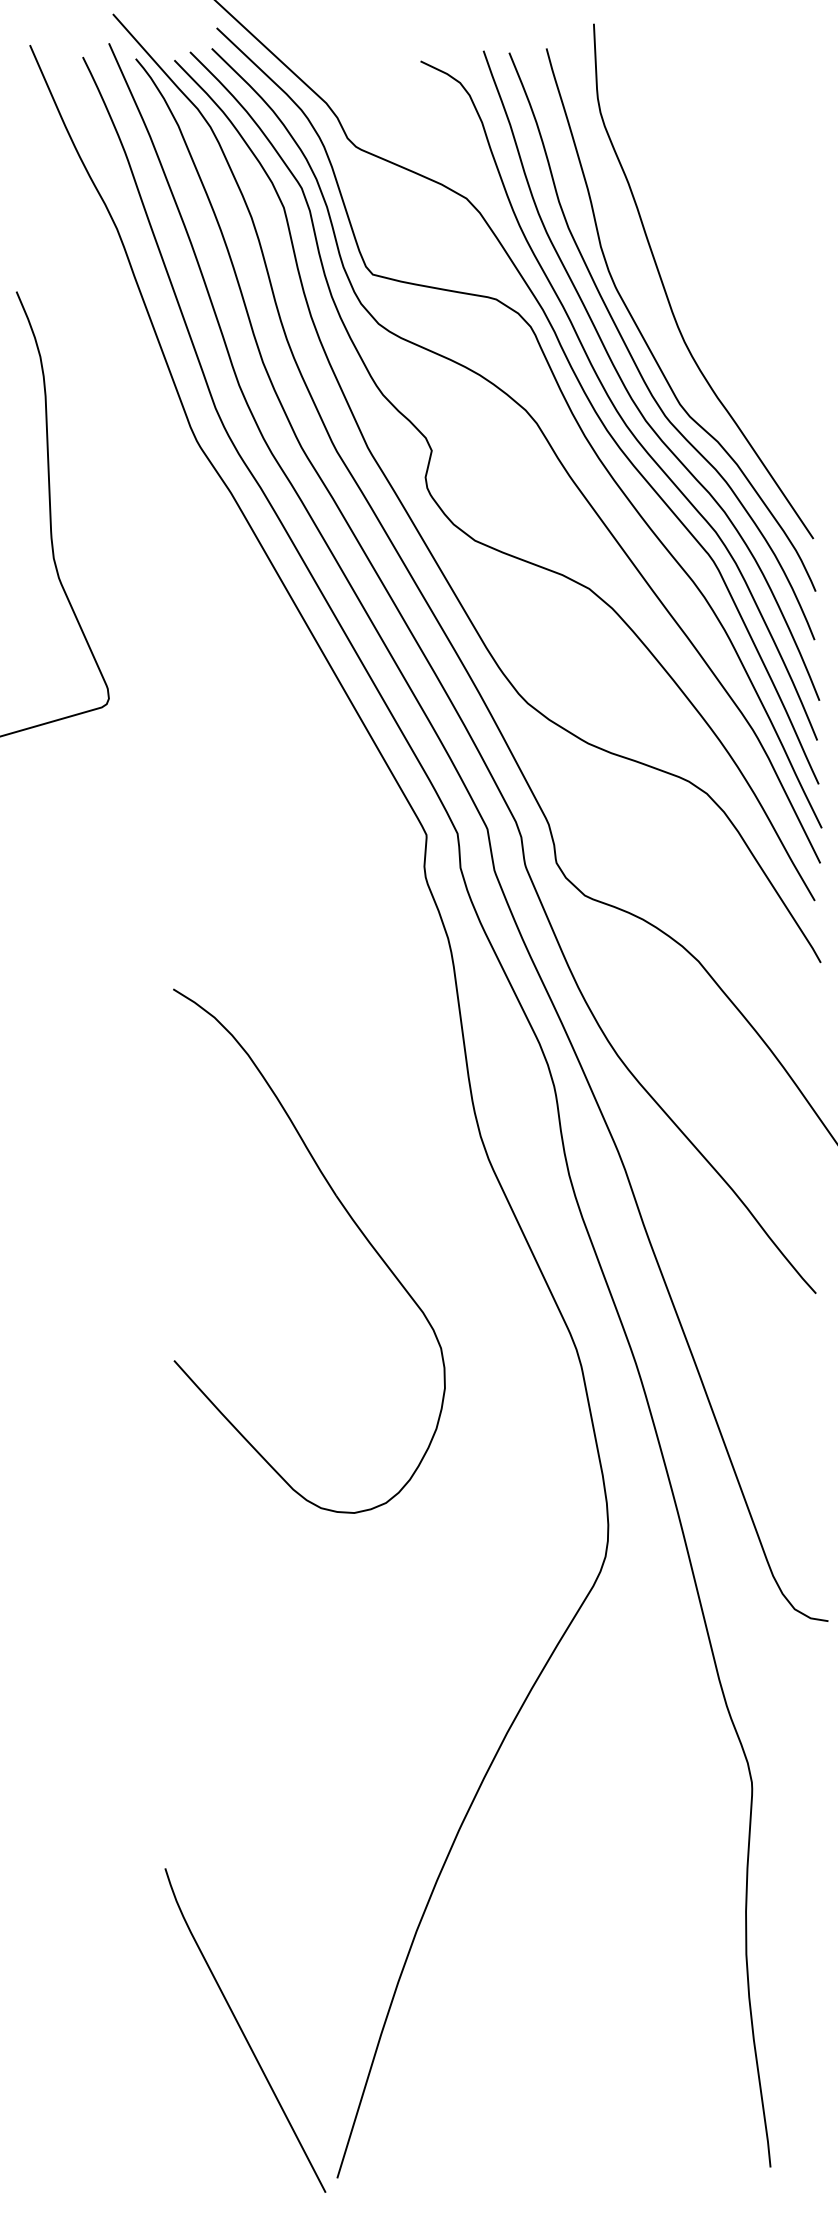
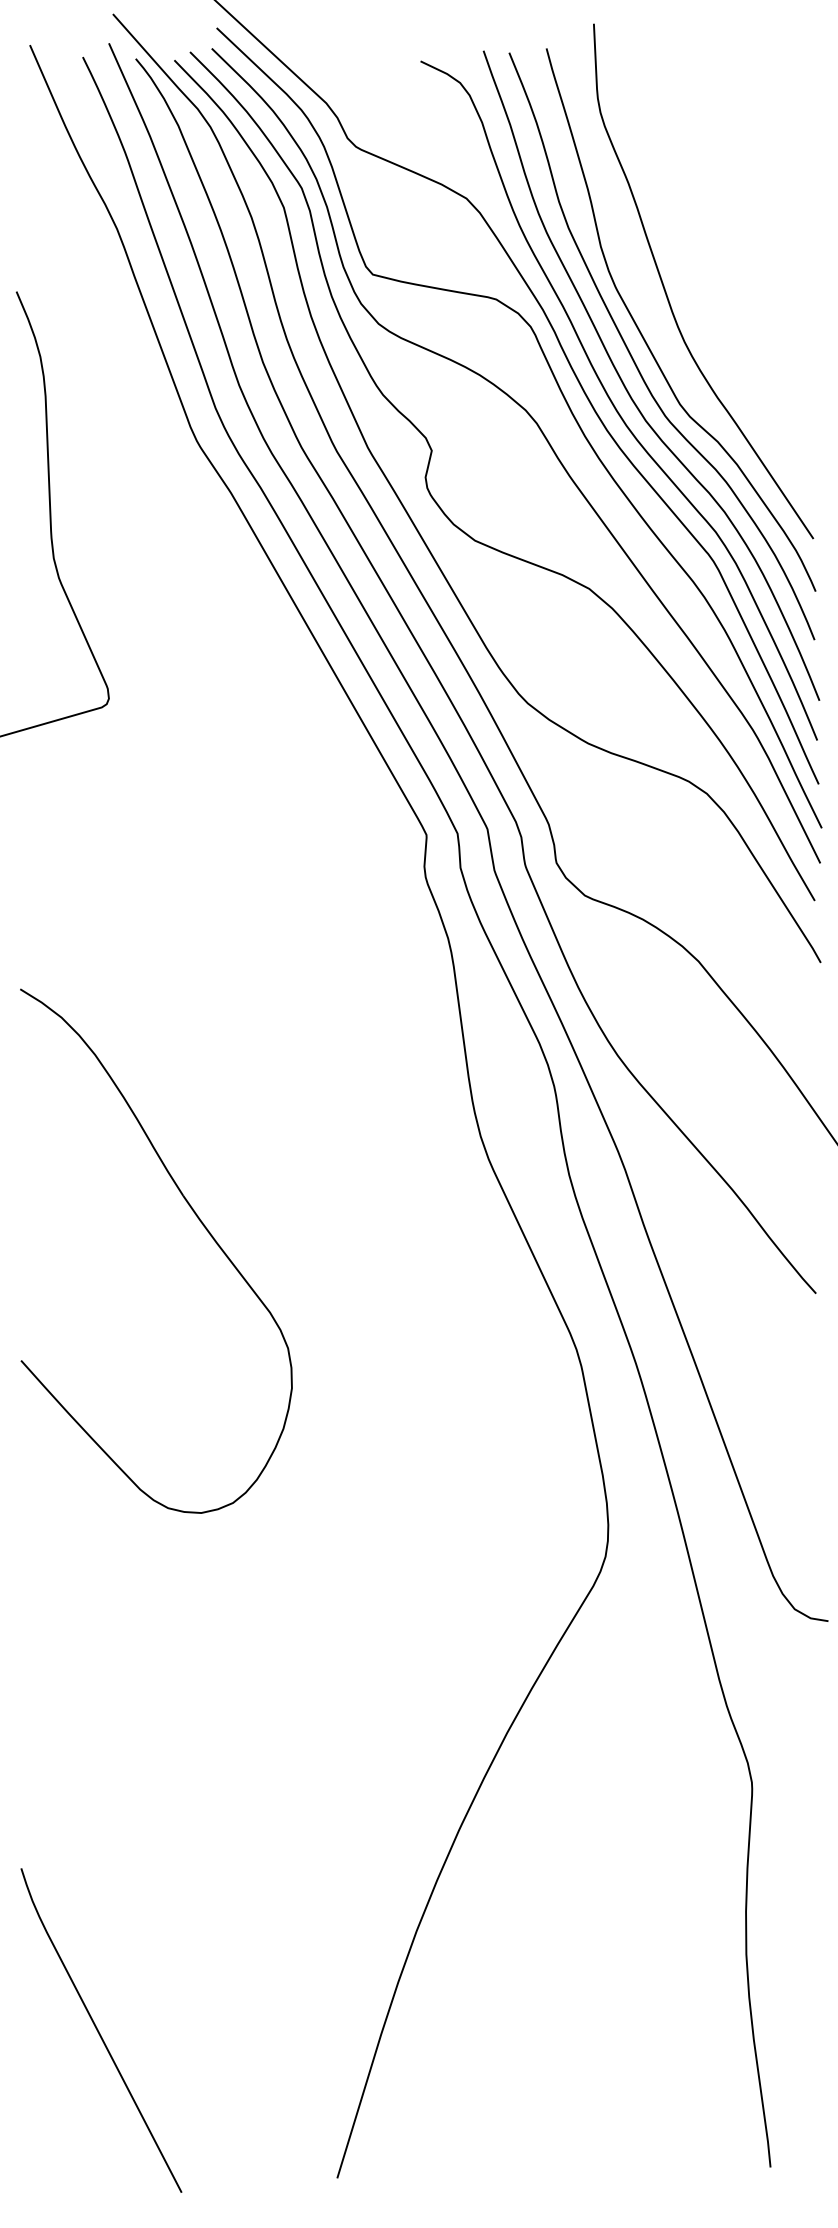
part at (352, 1221) position: (352, 1221) -> (199, 1221)
curve at (243, 2031) position: (243, 2031) -> (99, 2031)
